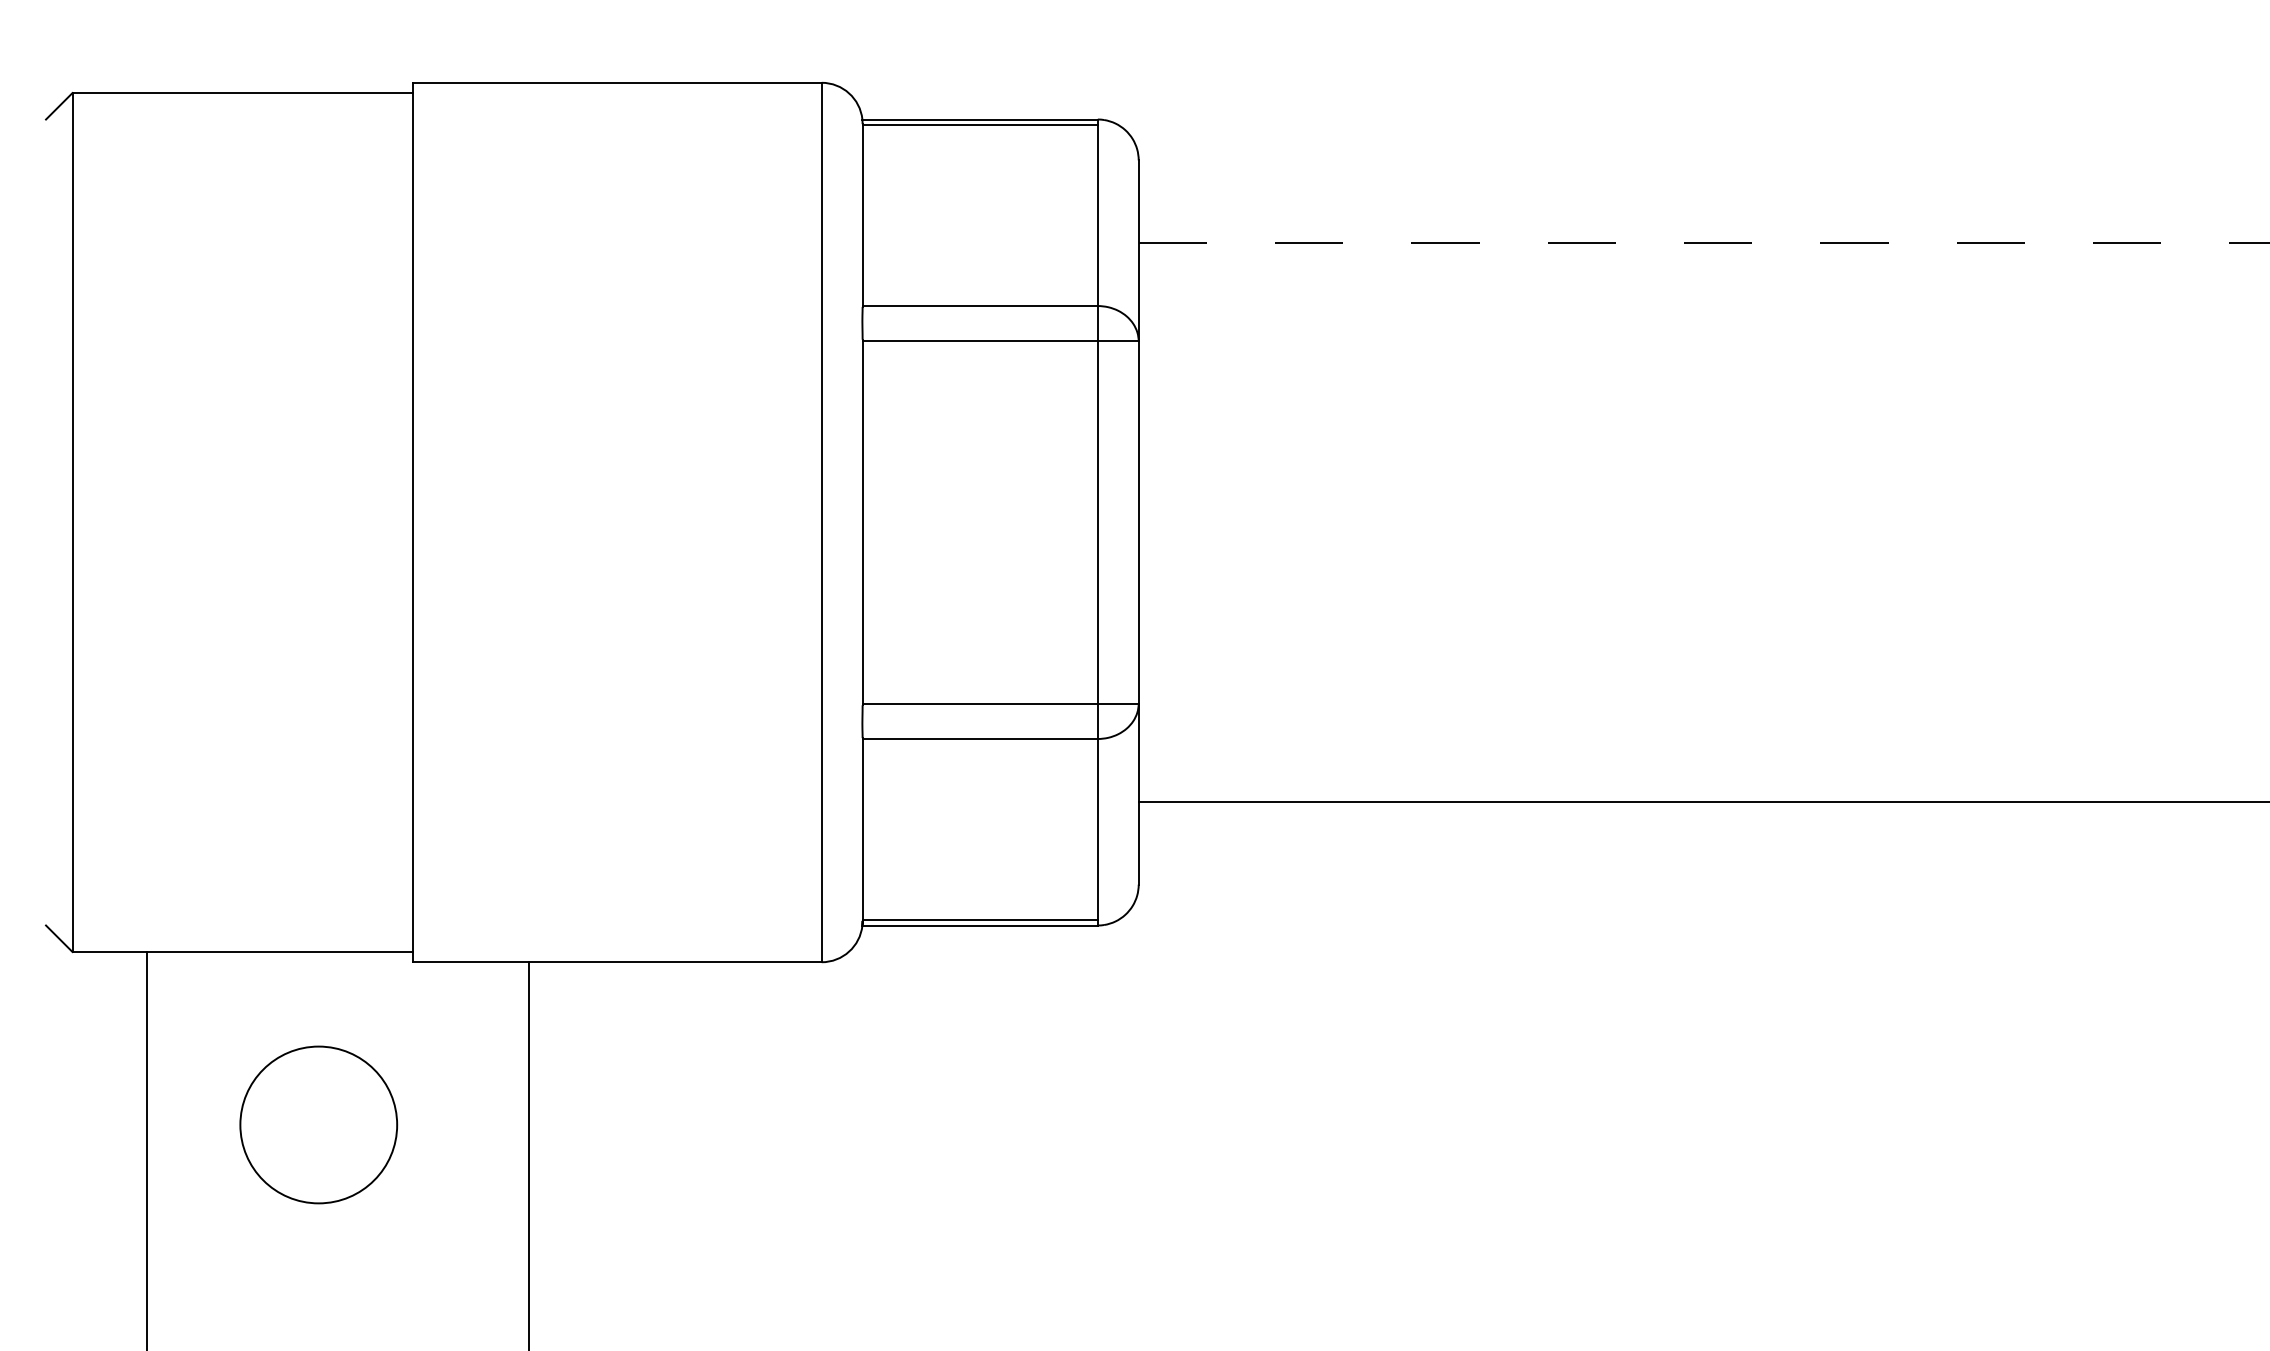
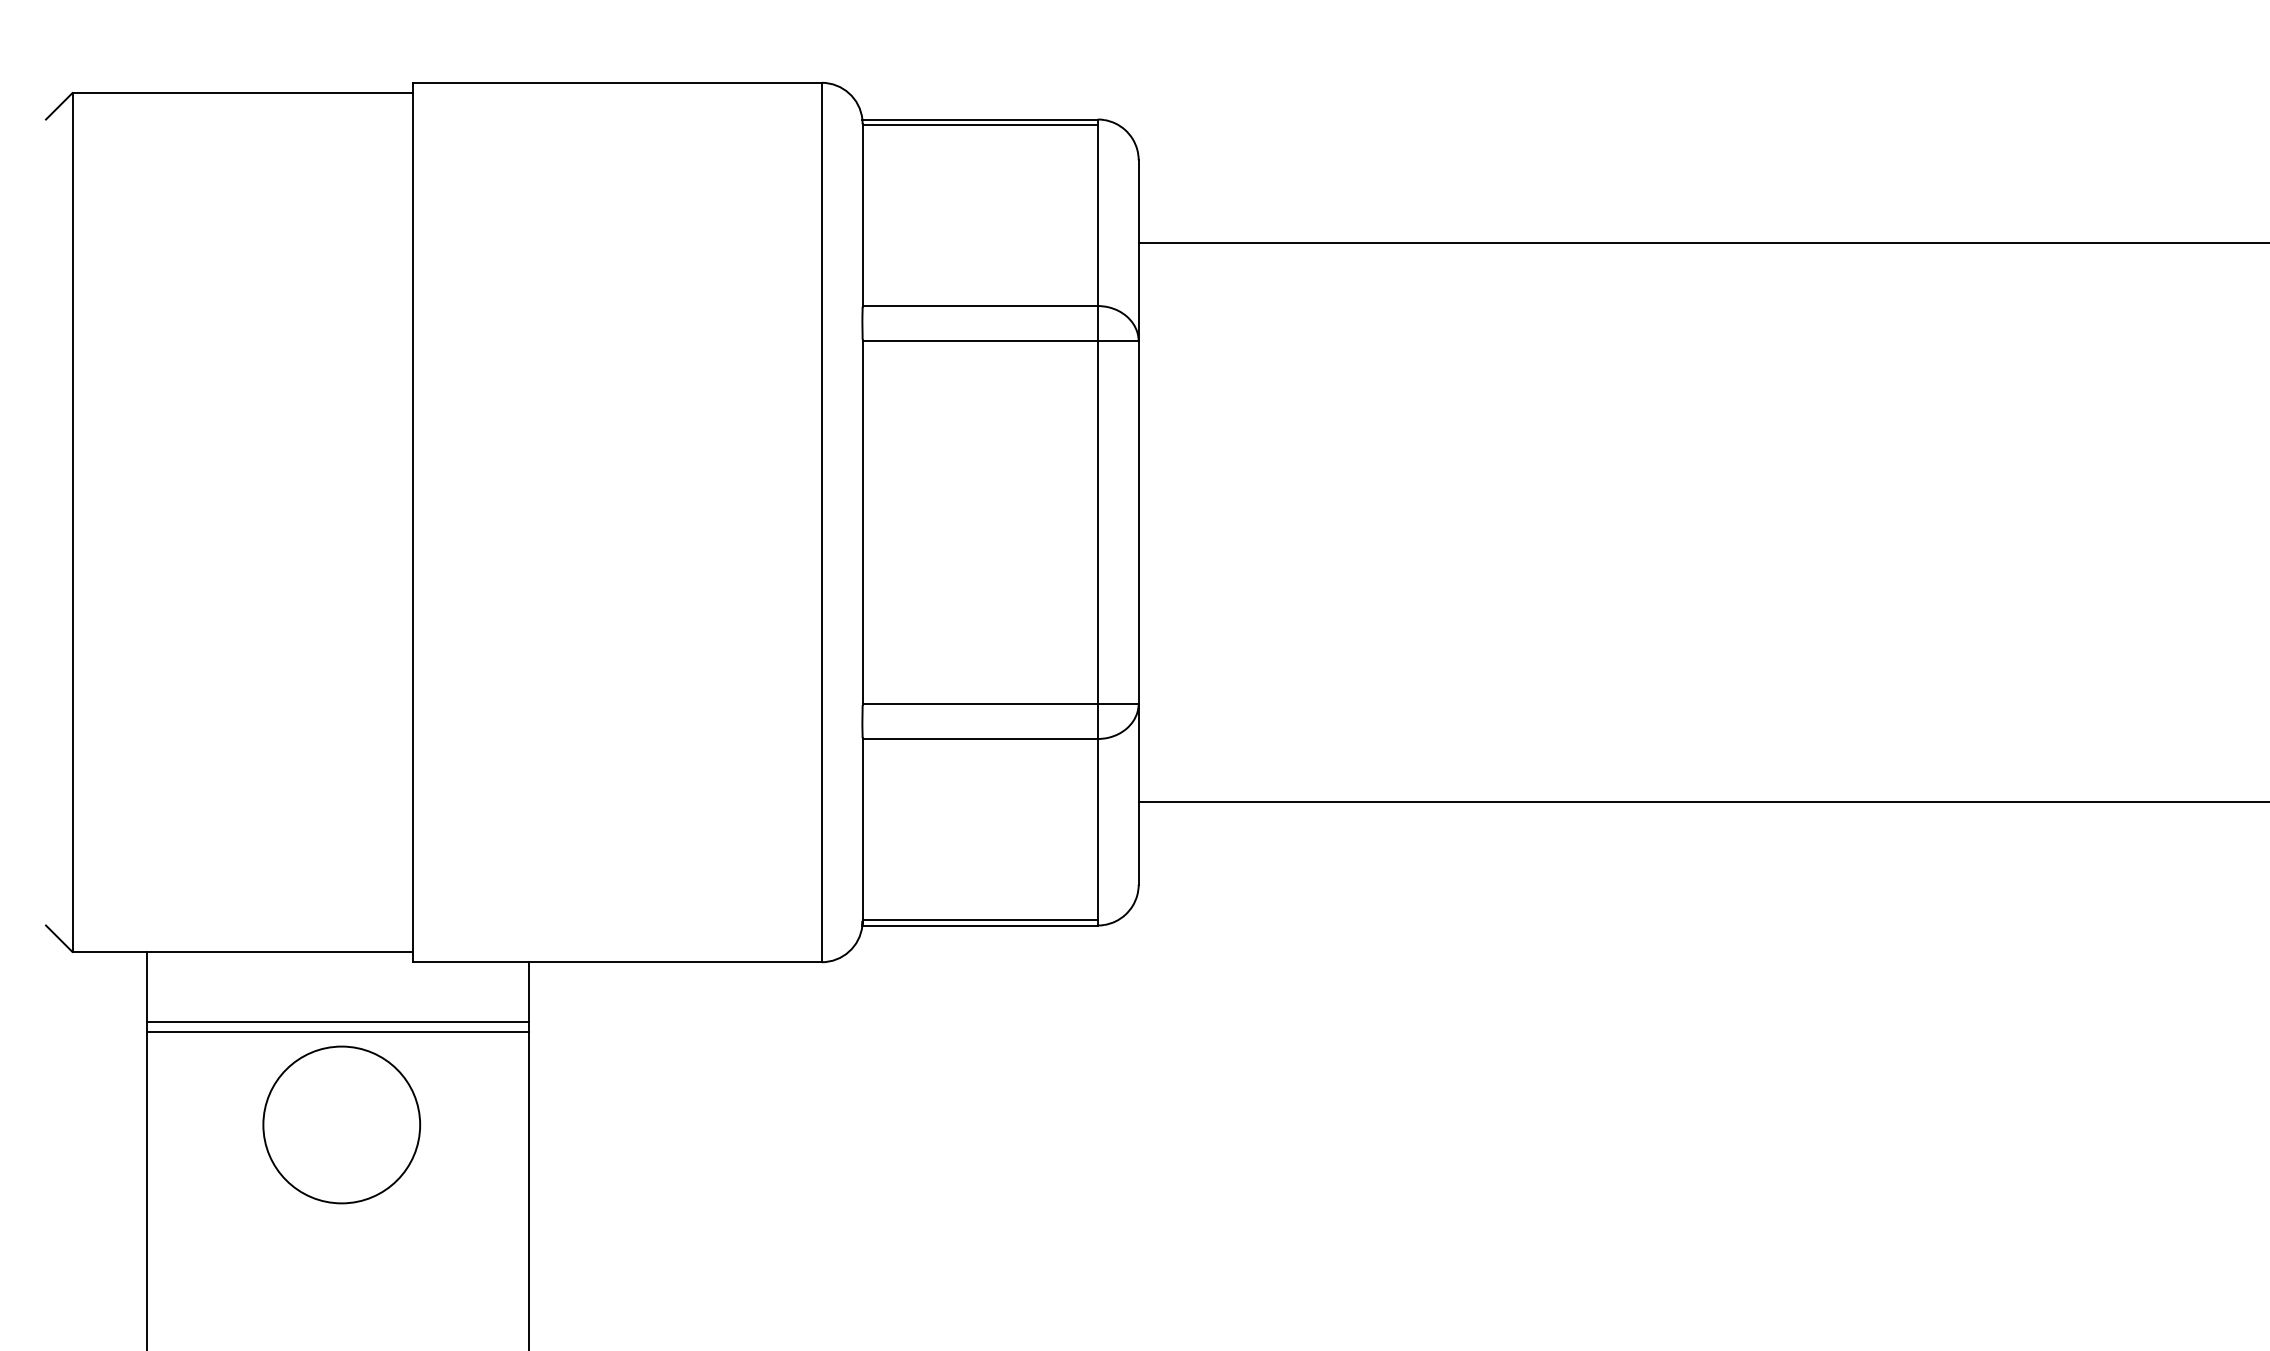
line at (1704, 243): dashed -> solid
line at (337, 1021): none -> present
line at (337, 1032): none -> present
circle at (318, 1124) position: (318, 1124) -> (341, 1124)
